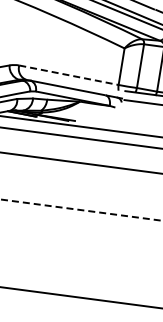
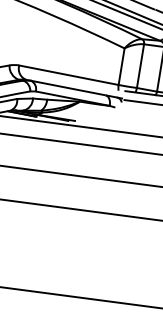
line at (68, 75): dashed -> solid
line at (80, 137) position: (80, 137) -> (80, 143)
line at (80, 162) position: (80, 162) -> (80, 176)
line at (80, 210): dashed -> solid
